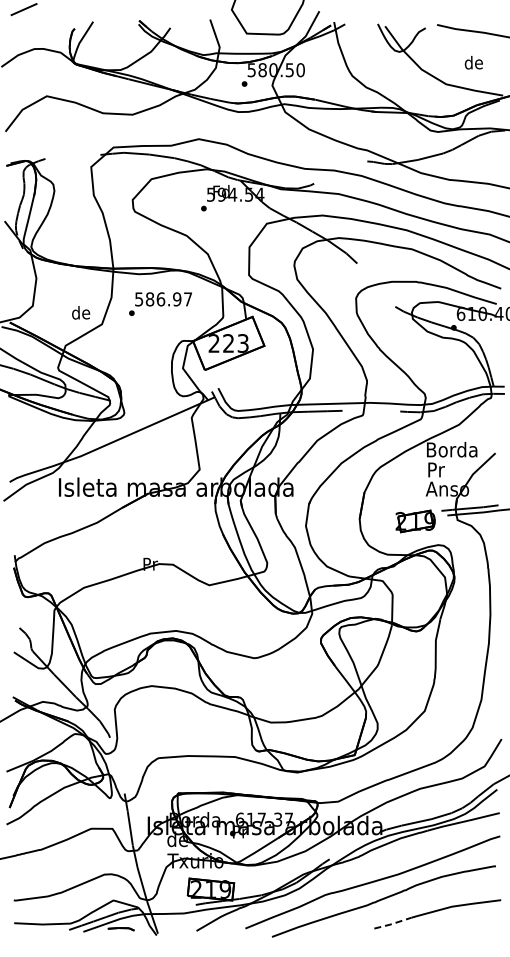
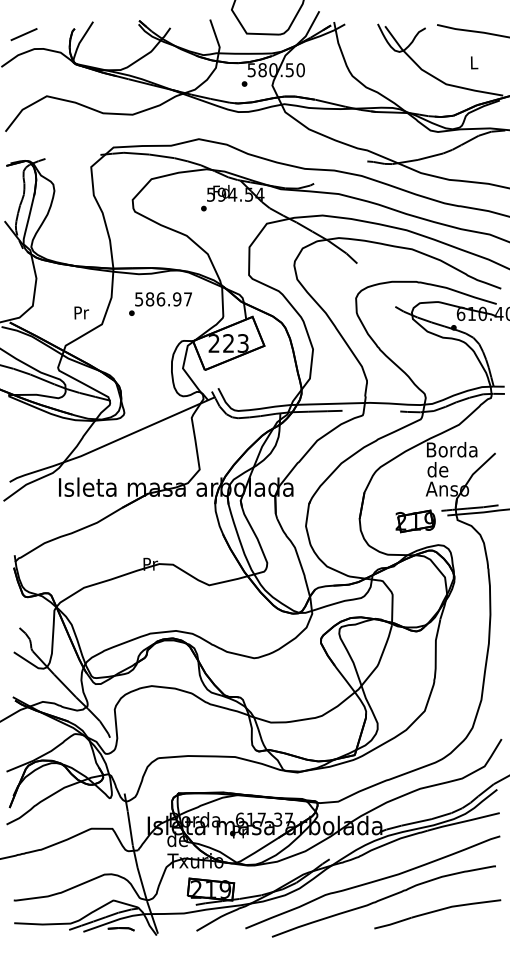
line at (23, 9) position: (23, 9) -> (23, 34)
text at (473, 62): de -> L
text at (81, 312): de -> Pr
text at (437, 469): Pr -> de
line at (391, 924): dashed -> solid
